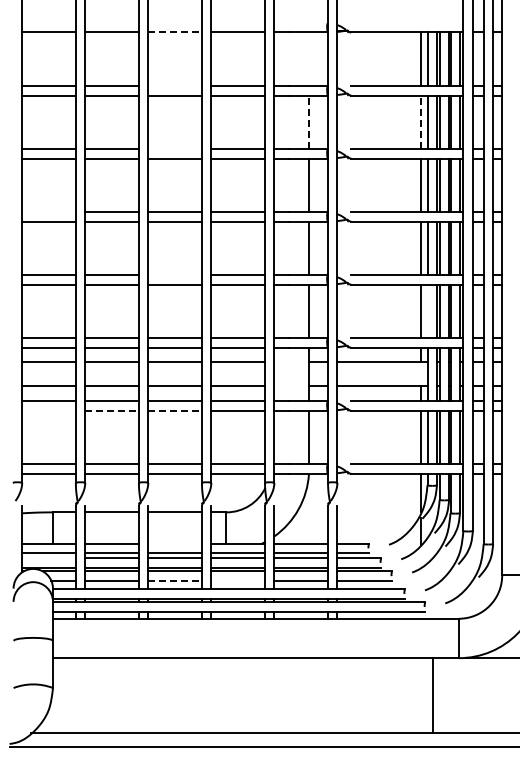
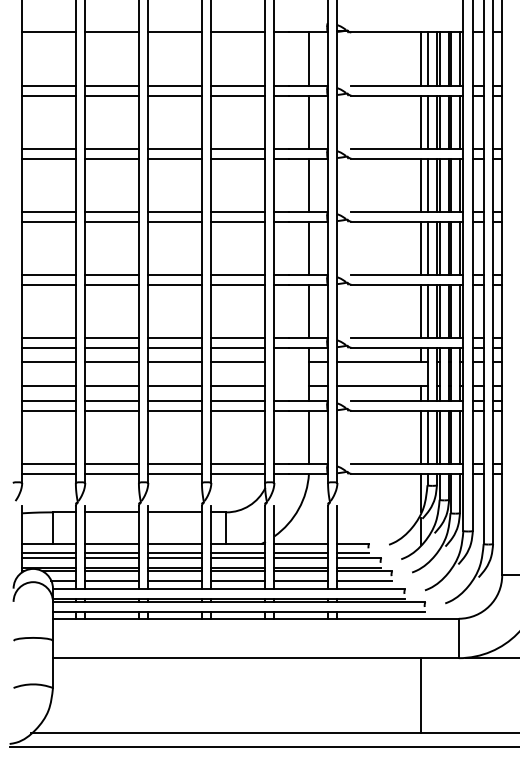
line at (175, 32): dashed -> solid
line at (309, 59): none -> present
line at (174, 86): none -> present
line at (309, 122): dashed -> solid
line at (421, 122): dashed -> solid
line at (174, 149): none -> present
line at (48, 212): none -> present
line at (174, 275): none -> present
line at (427, 311): none -> present
line at (48, 410): none -> present
line at (112, 410): dashed -> solid
line at (175, 410): dashed -> solid
line at (174, 543): none -> present
line at (48, 558): none -> present
line at (175, 580): dashed -> solid
line at (237, 580): none -> present
line at (433, 695) position: (433, 695) -> (421, 695)
